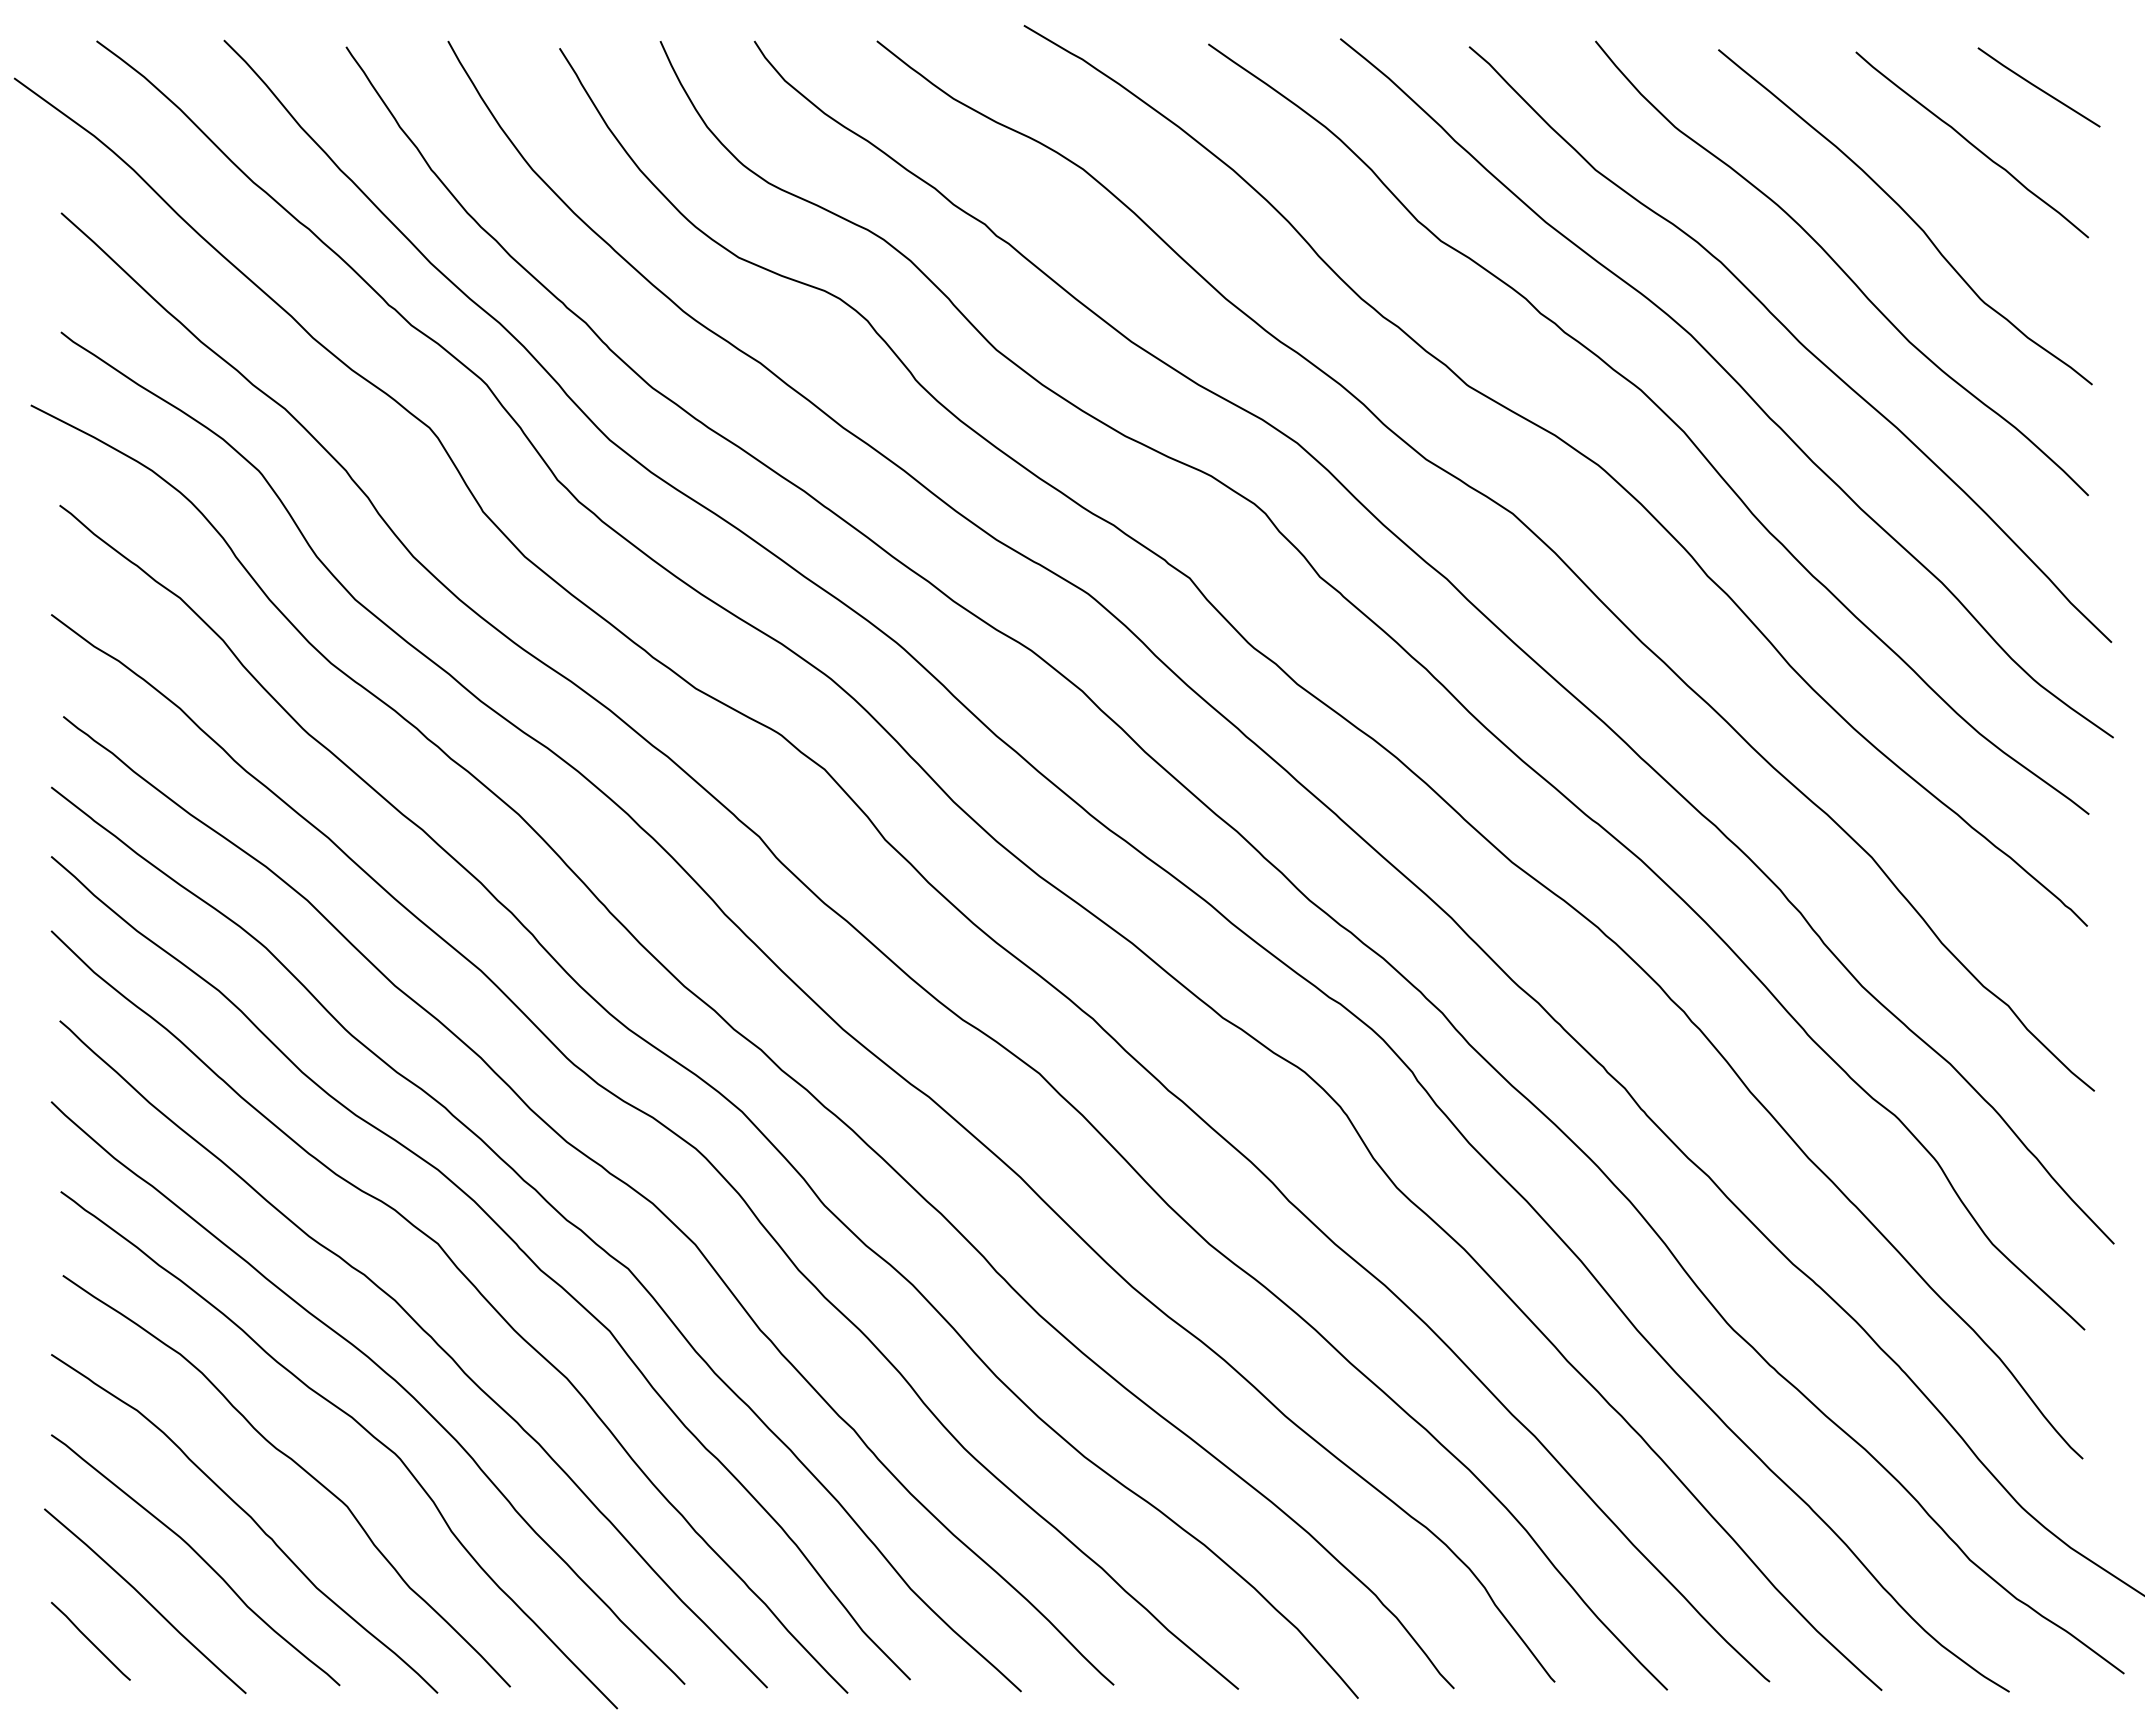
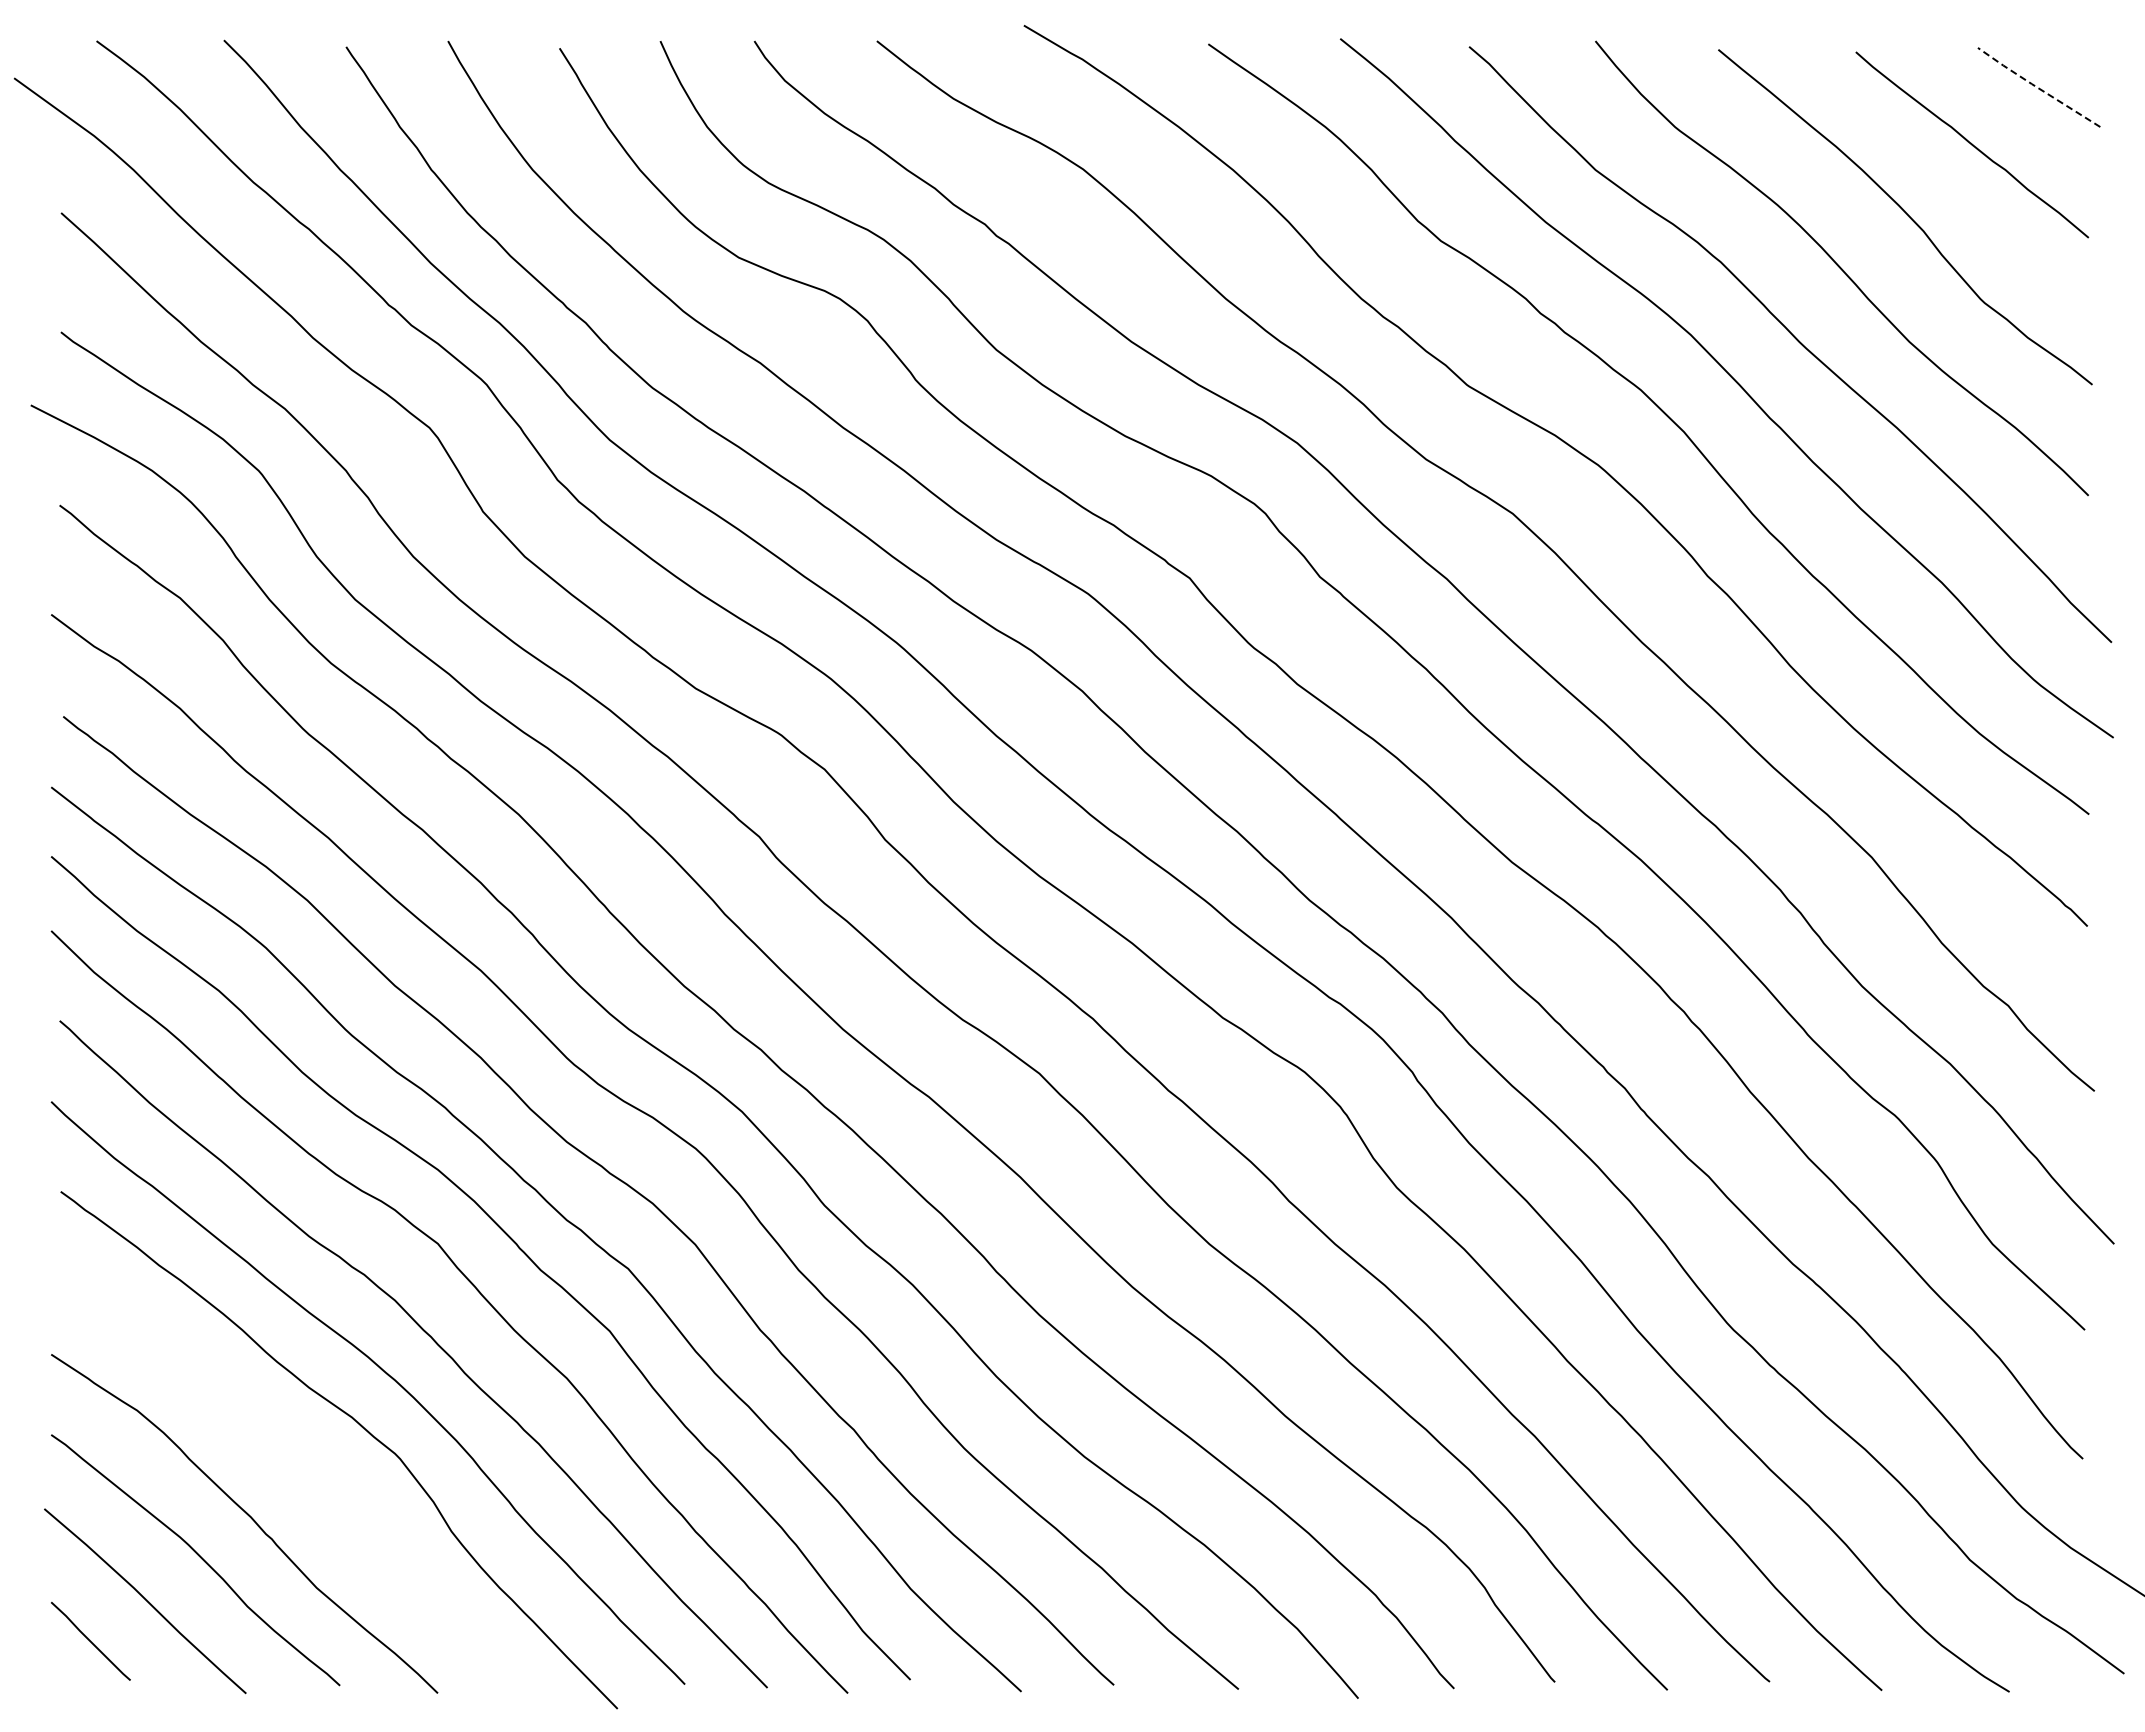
line at (2036, 87): solid -> dashed
curve at (299, 1467): present -> none
